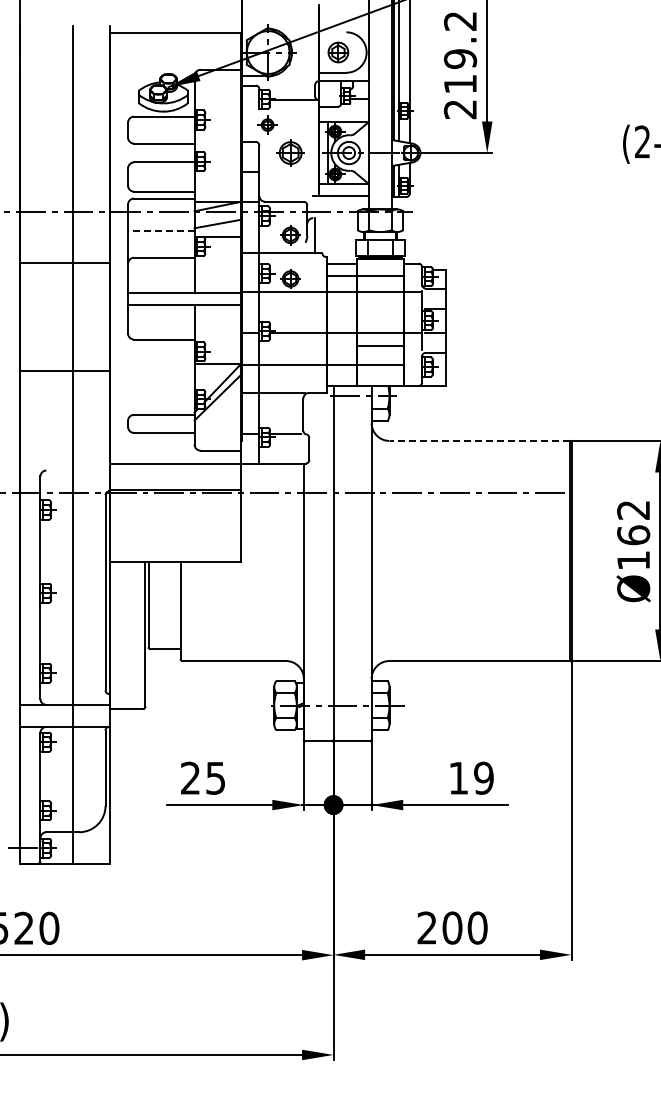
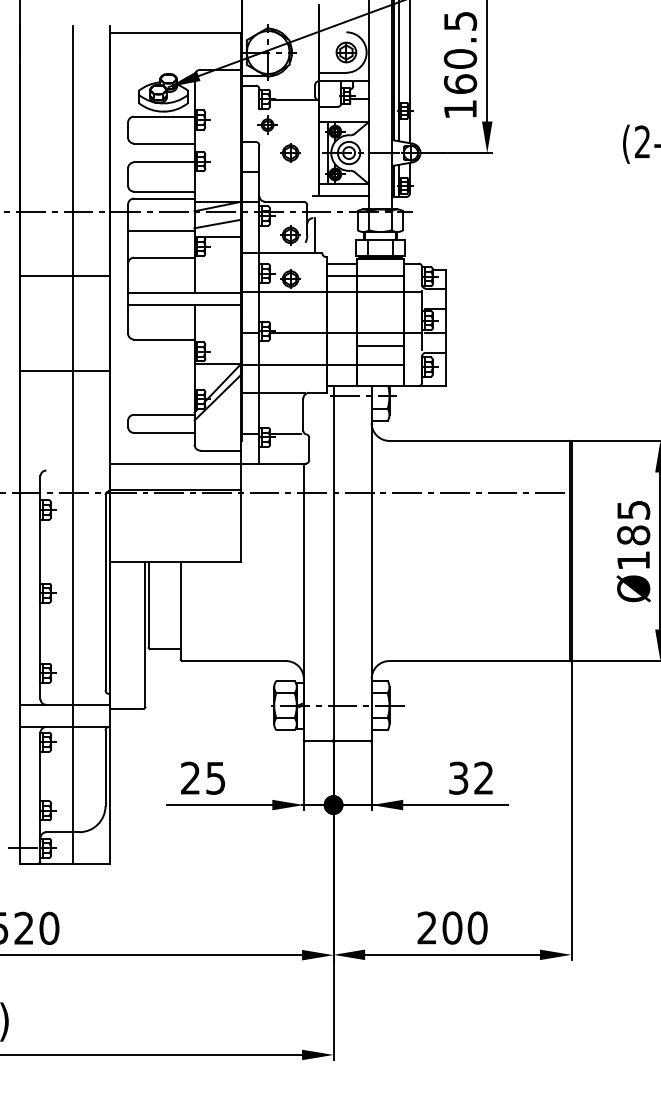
part at (338, 52) position: (338, 52) -> (346, 52)
text at (460, 65): 219.2 -> 160.5
part at (290, 152) size: 29x28 px -> 21x20 px
line at (160, 230): dashed -> solid
line at (64, 262) position: (64, 262) -> (64, 275)
line at (479, 440): dashed -> solid
text at (633, 523): Ø162 -> Ø185
text at (471, 777): 19 -> 32
